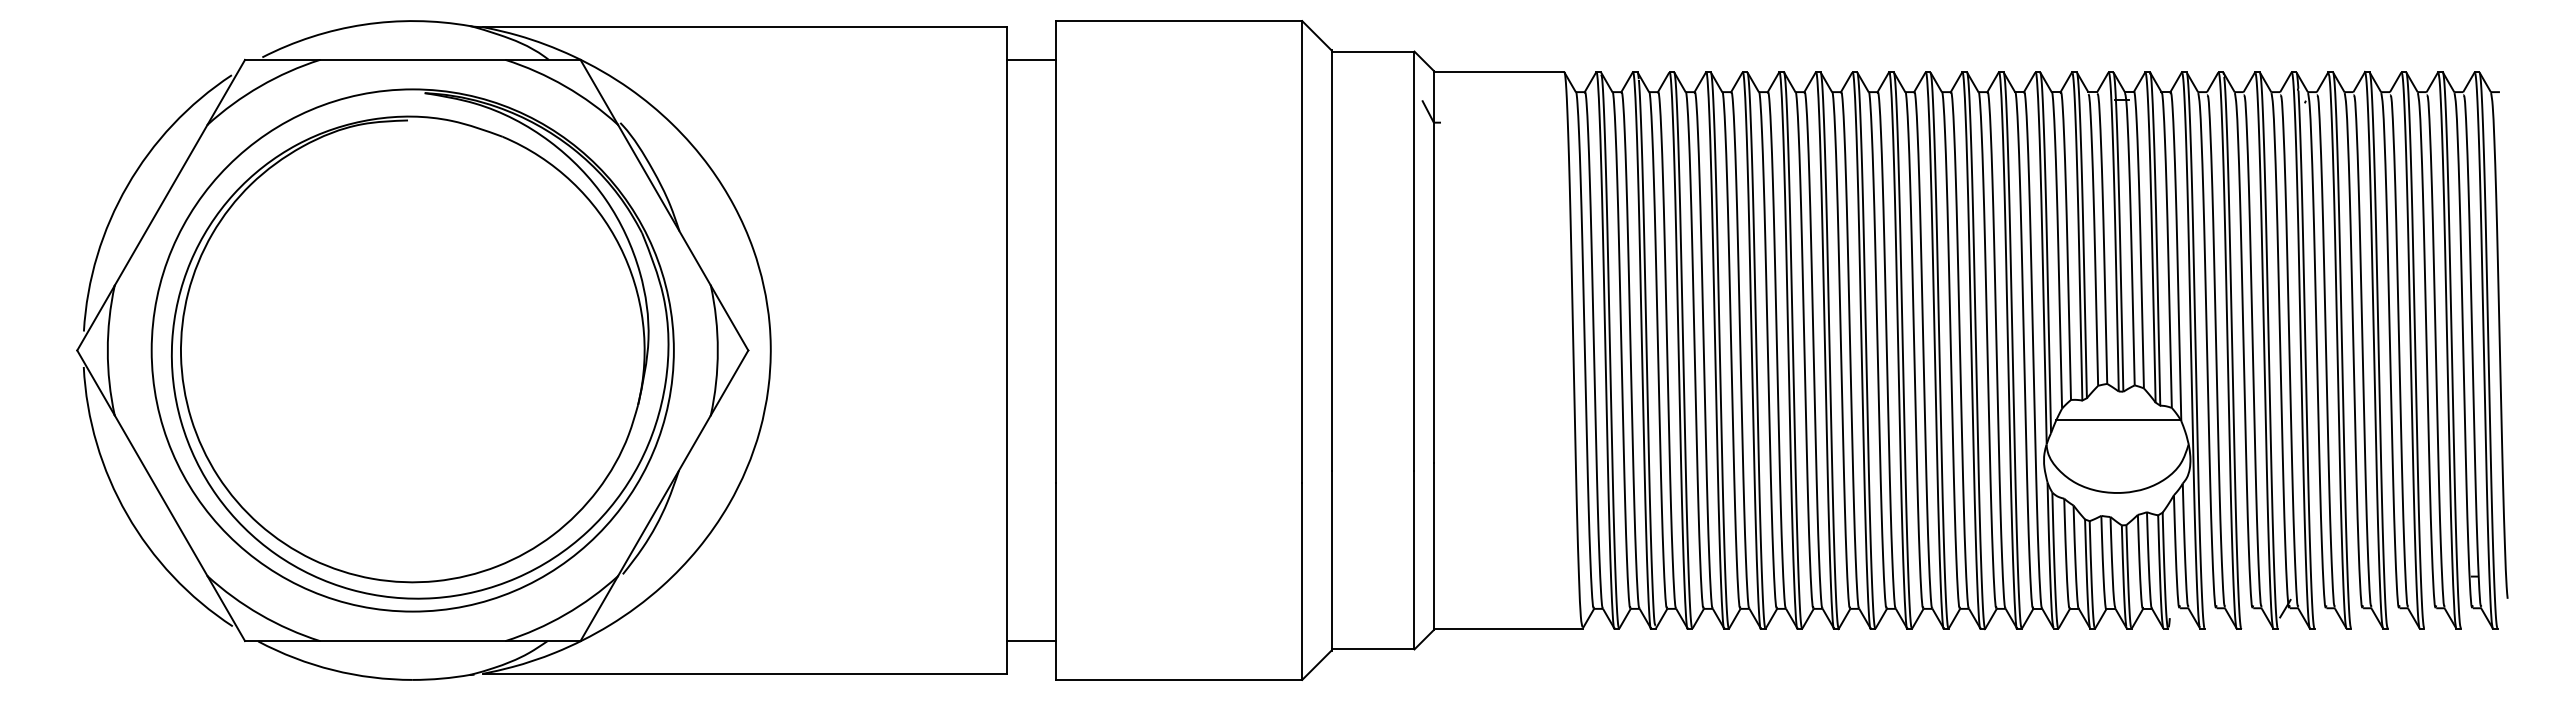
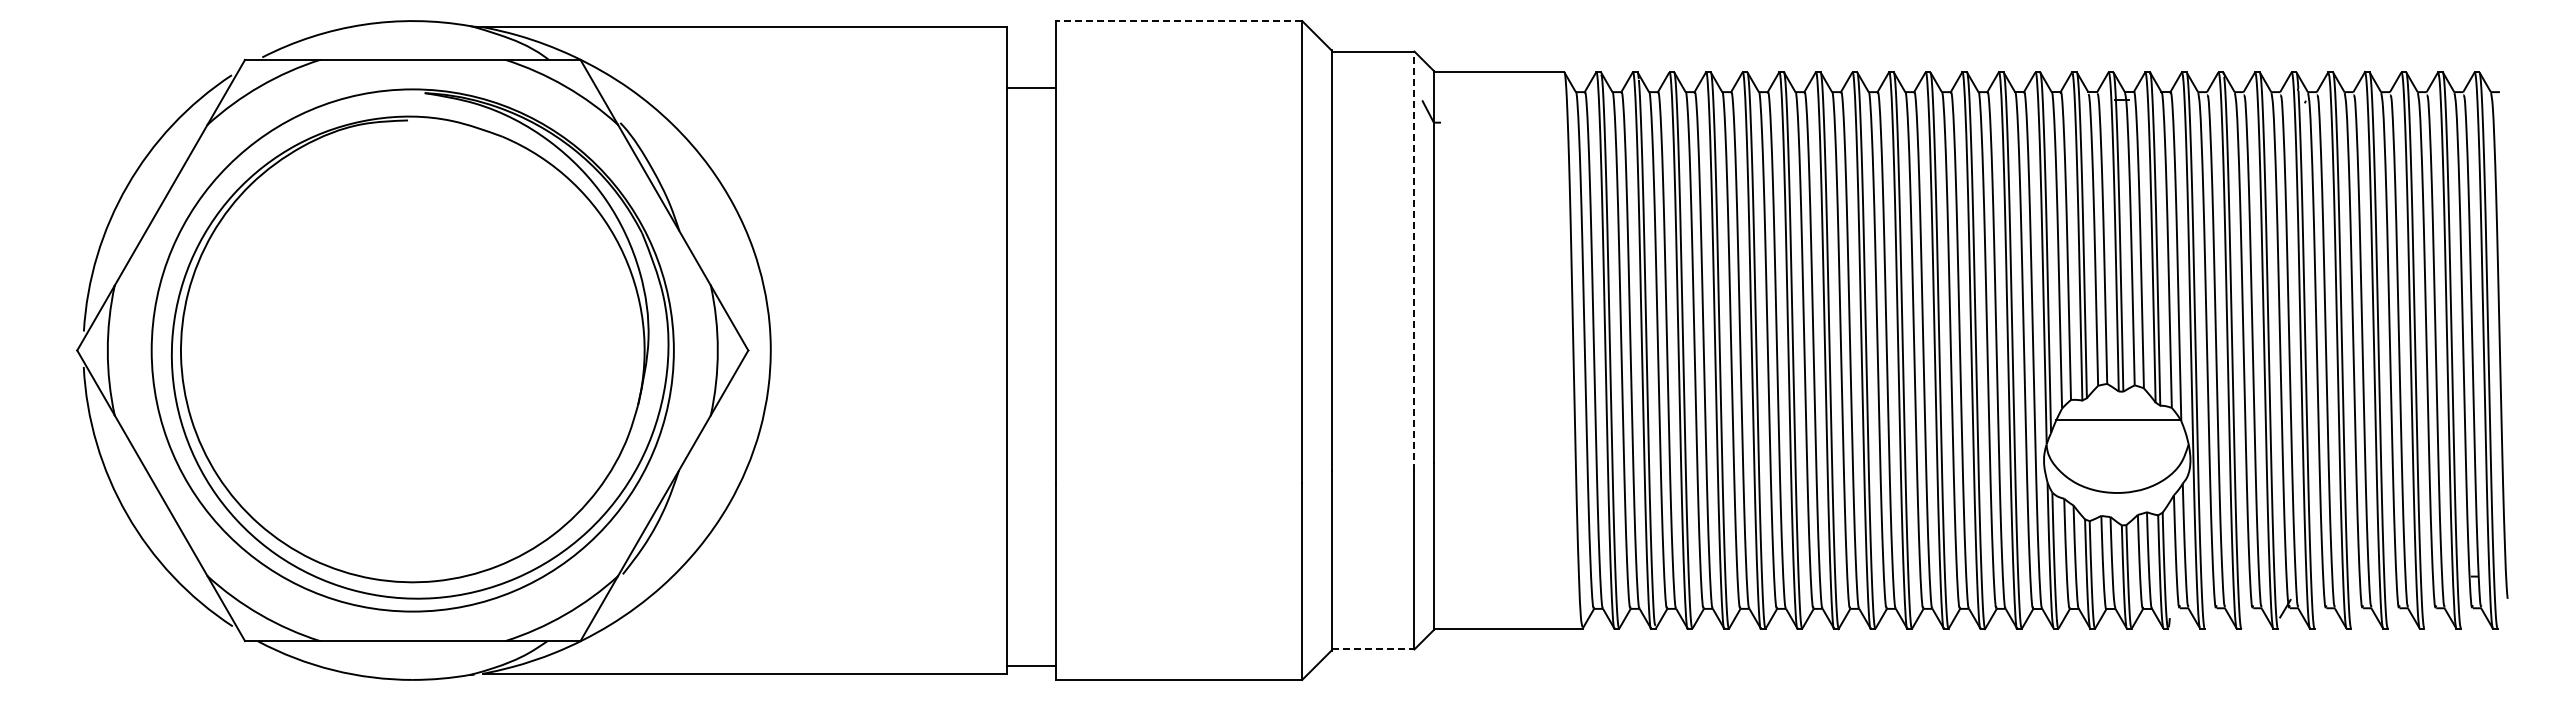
line at (1178, 21): solid -> dashed
line at (1030, 60) position: (1030, 60) -> (1030, 88)
line at (1414, 261): solid -> dashed
line at (1030, 640) position: (1030, 640) -> (1030, 665)
line at (1373, 649): solid -> dashed
